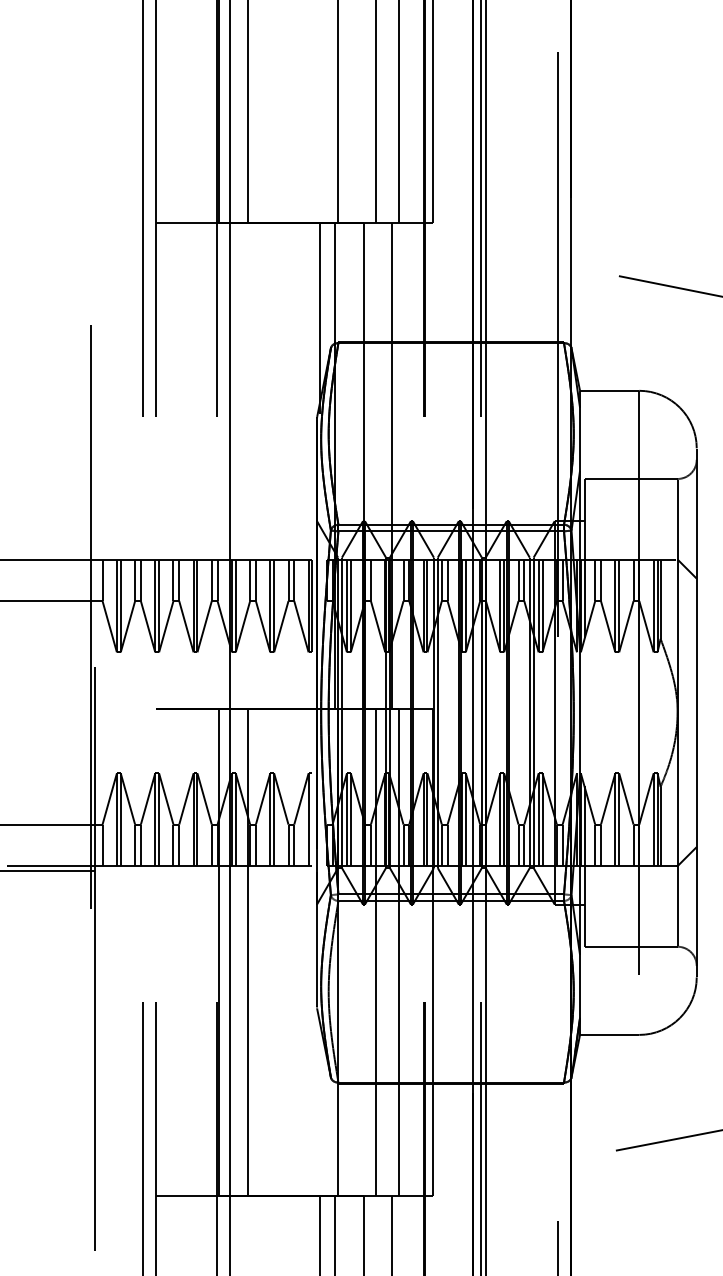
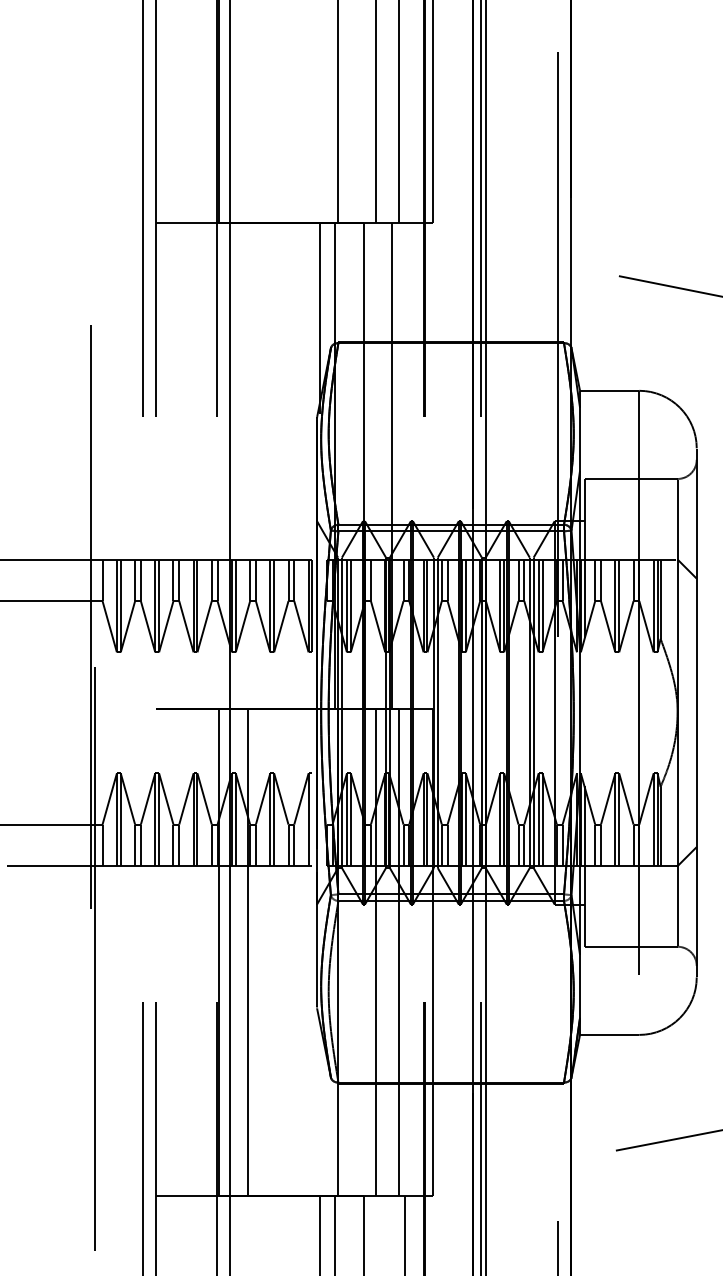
line at (248, 112): present -> none
line at (48, 870): present -> none
line at (391, 1234) position: (391, 1234) -> (404, 1234)
